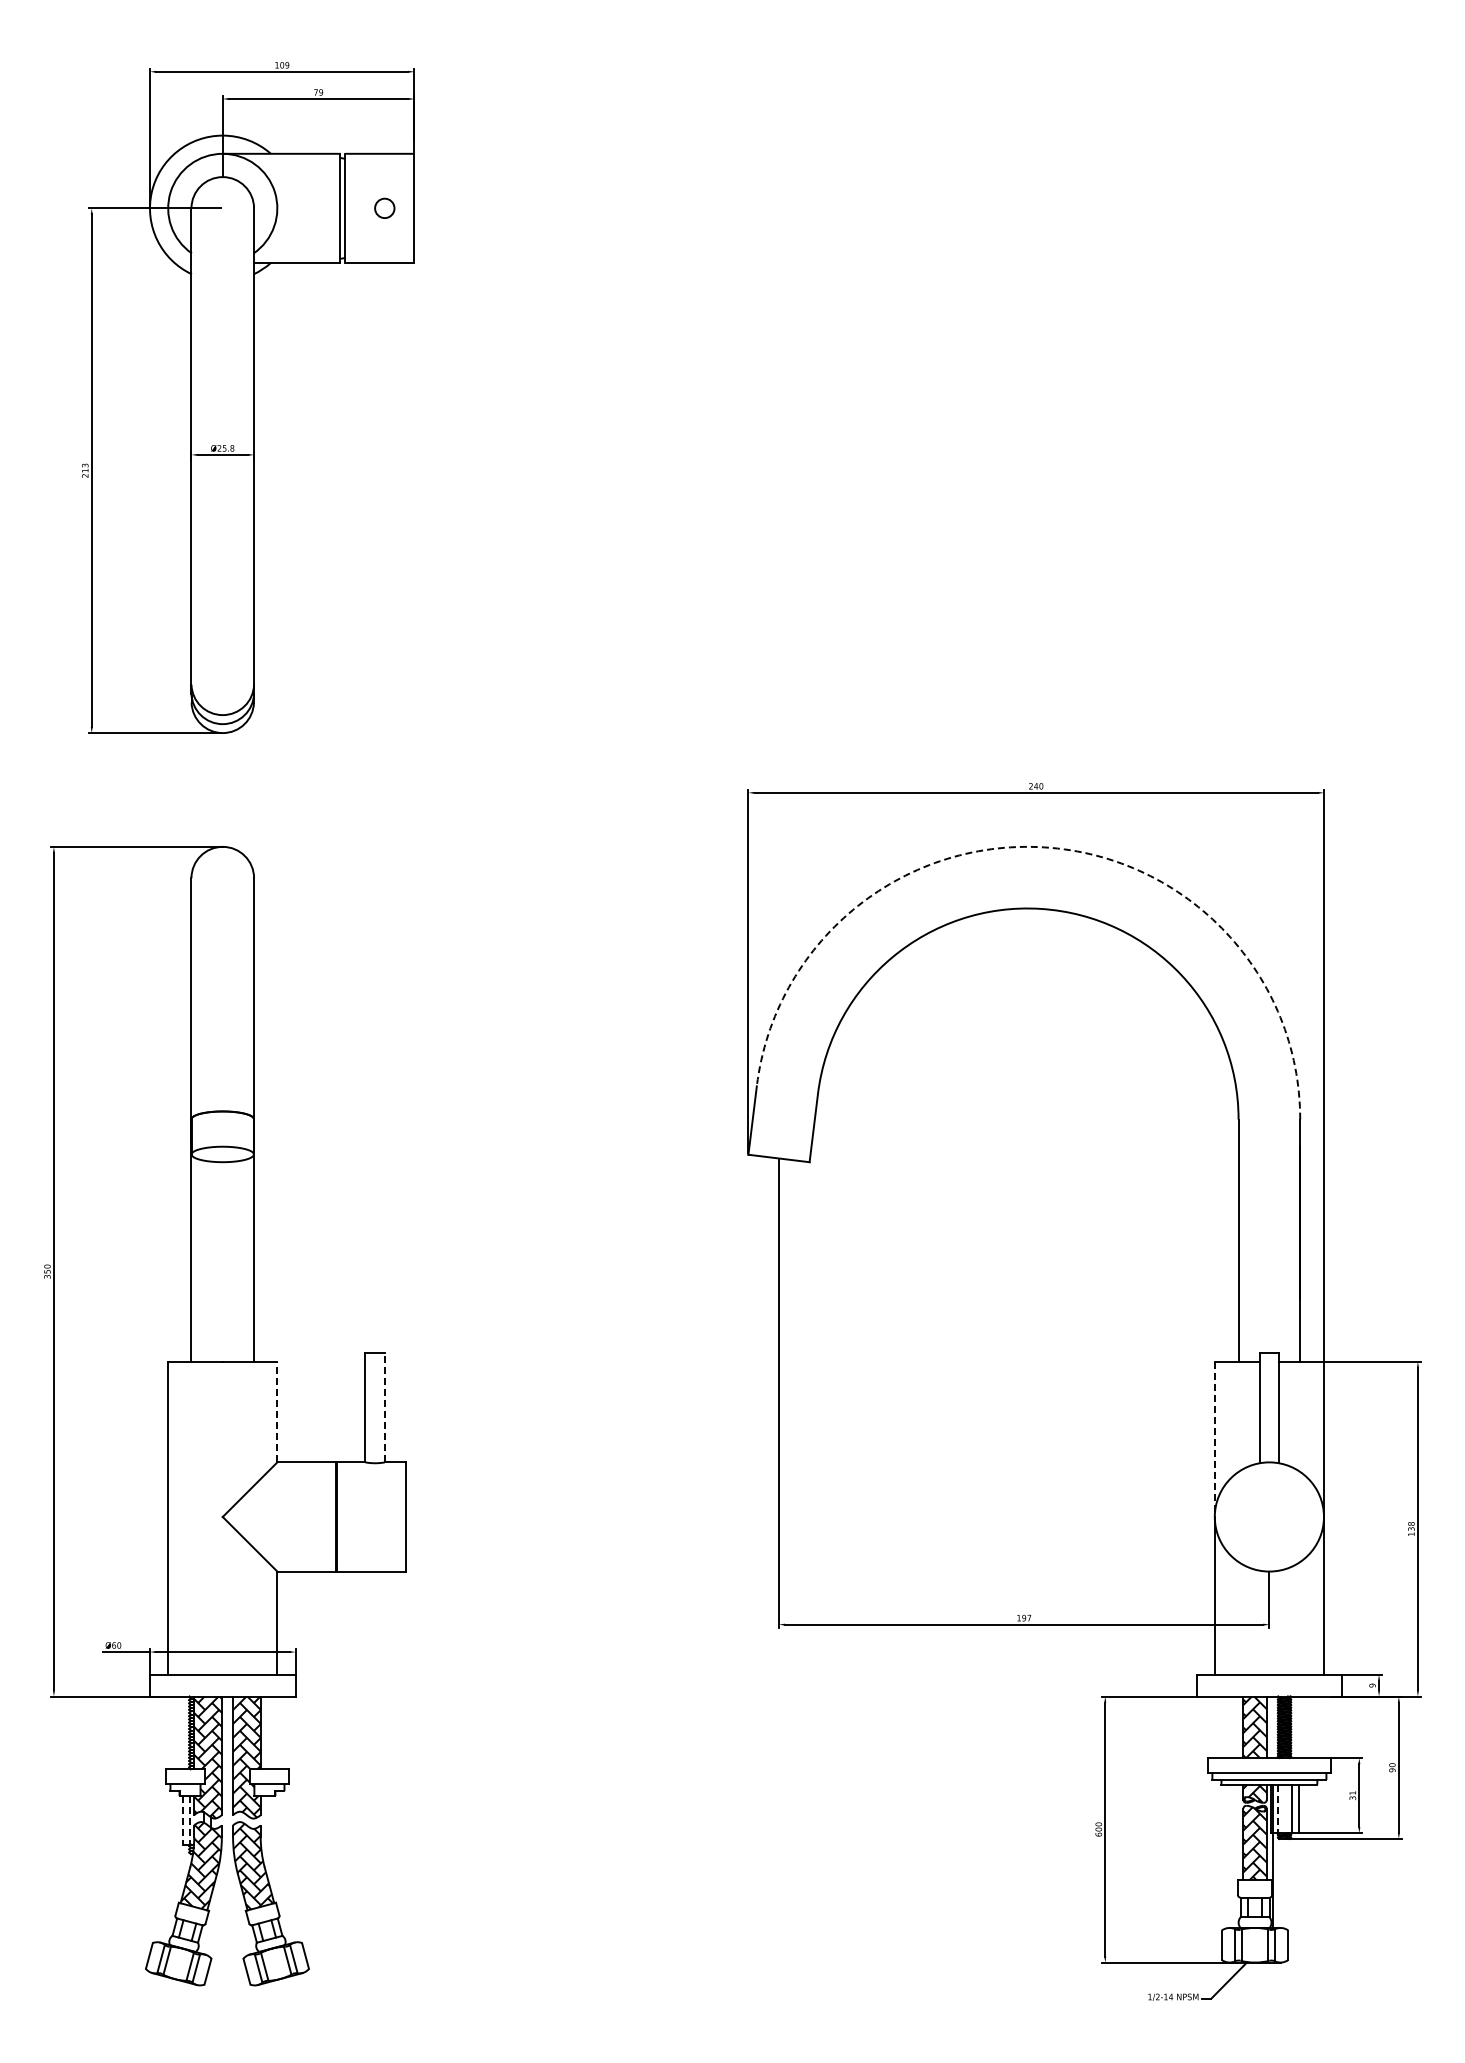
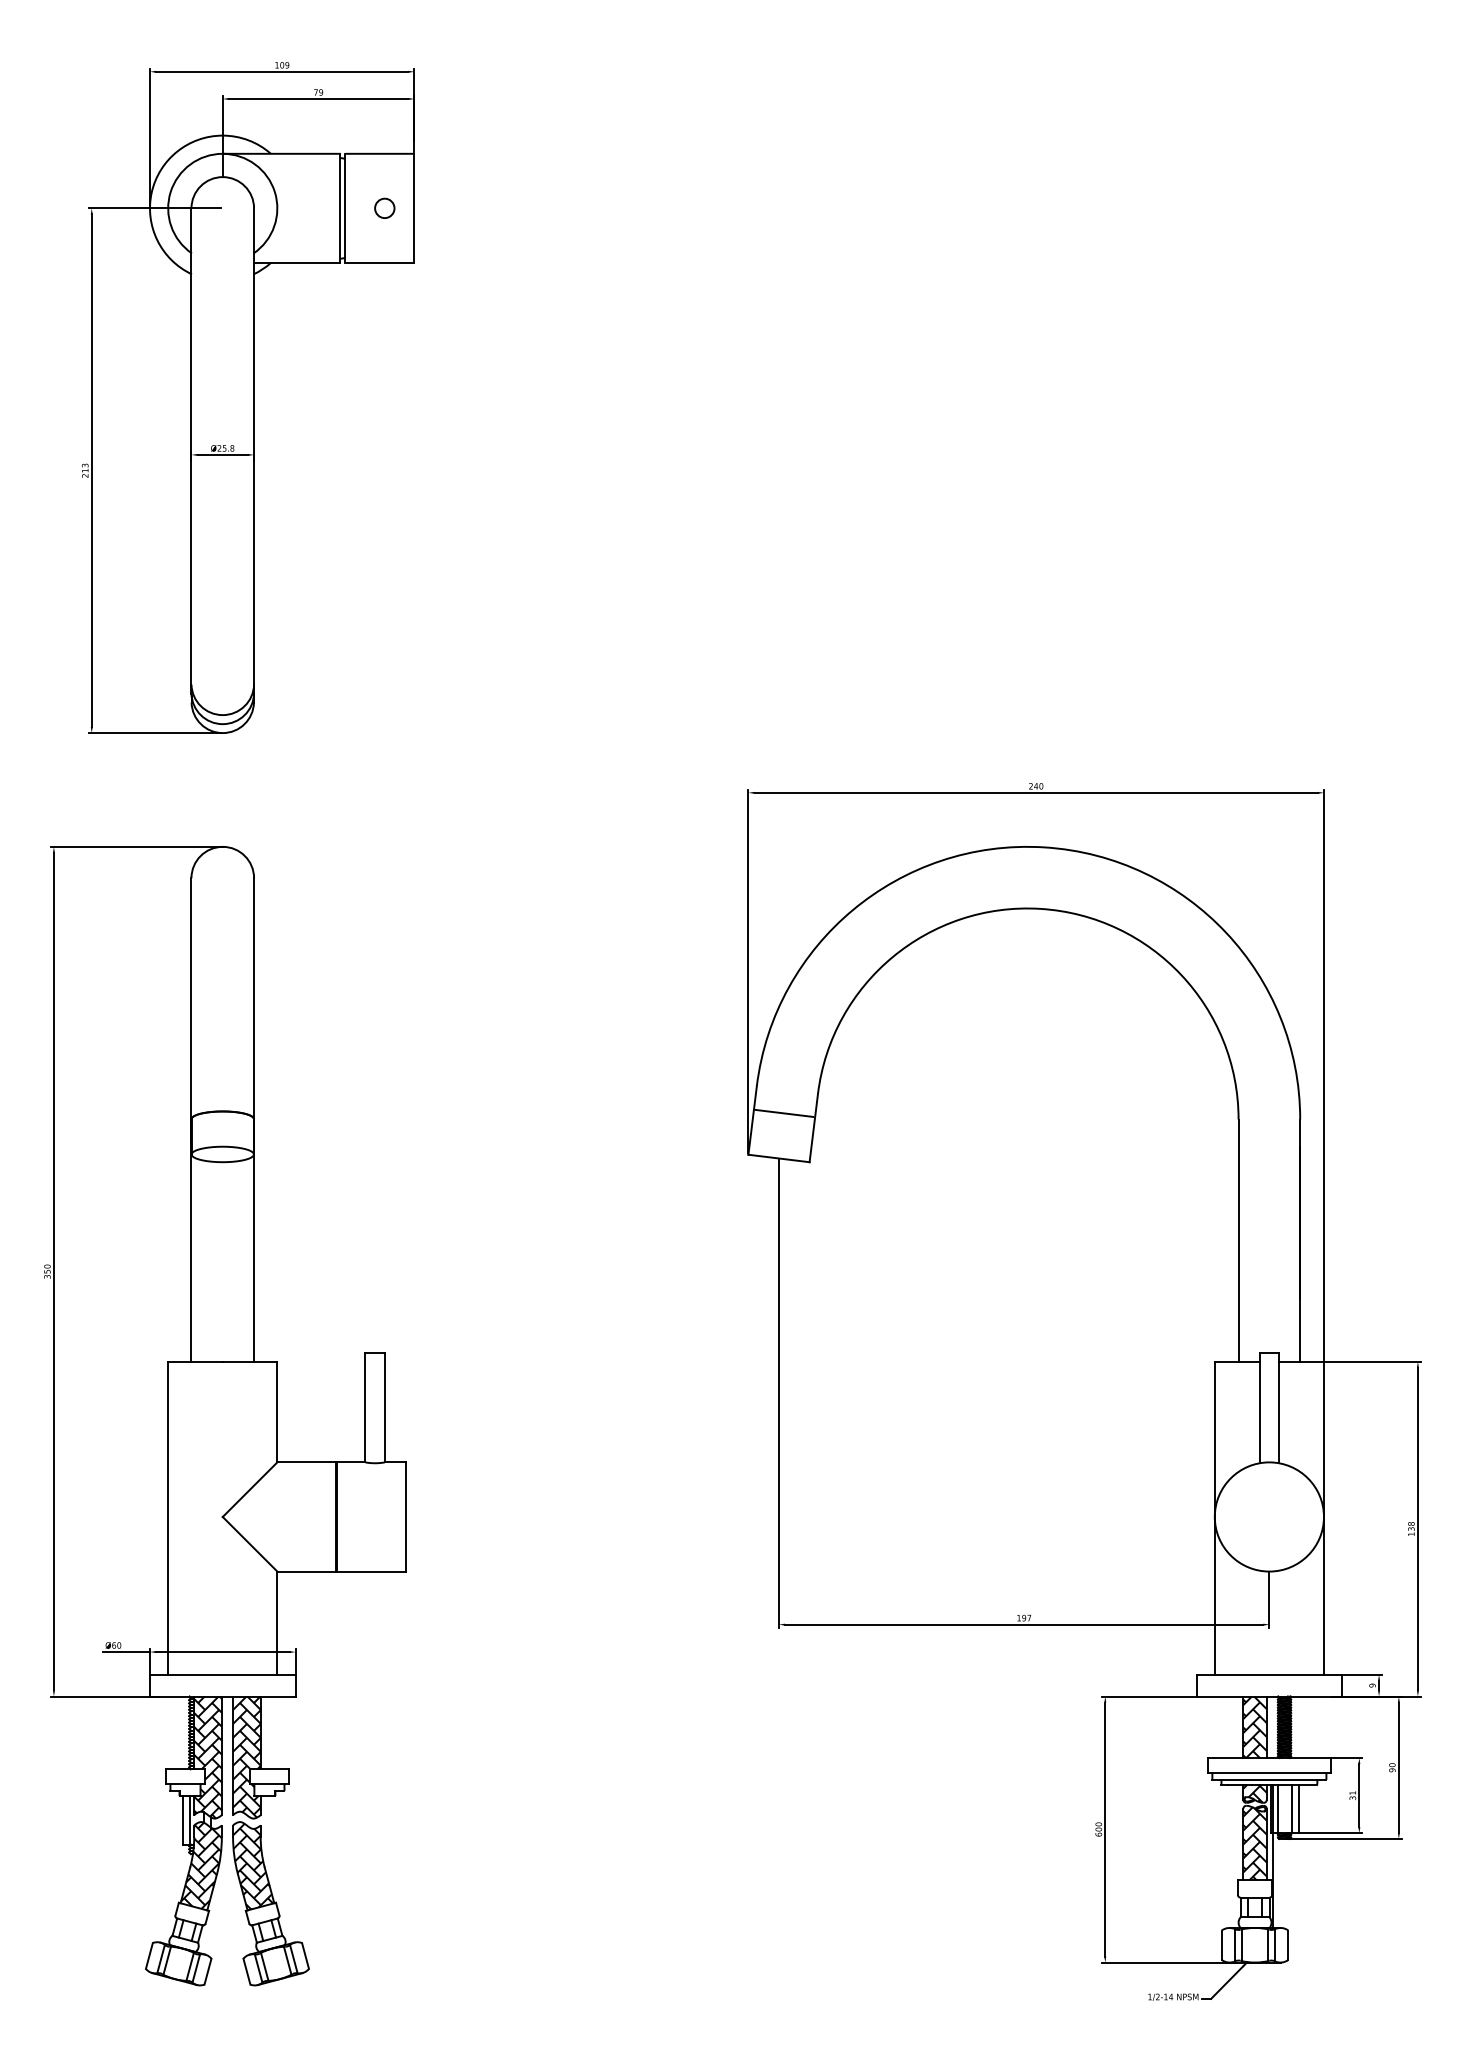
arc at (1044, 847): dashed -> solid
line at (783, 1112): none -> present
line at (384, 1407): dashed -> solid
line at (277, 1411): dashed -> solid
line at (1214, 1443): dashed -> solid
line at (1277, 1809): dashed -> solid
line at (182, 1820): dashed -> solid
line at (189, 1820): dashed -> solid
